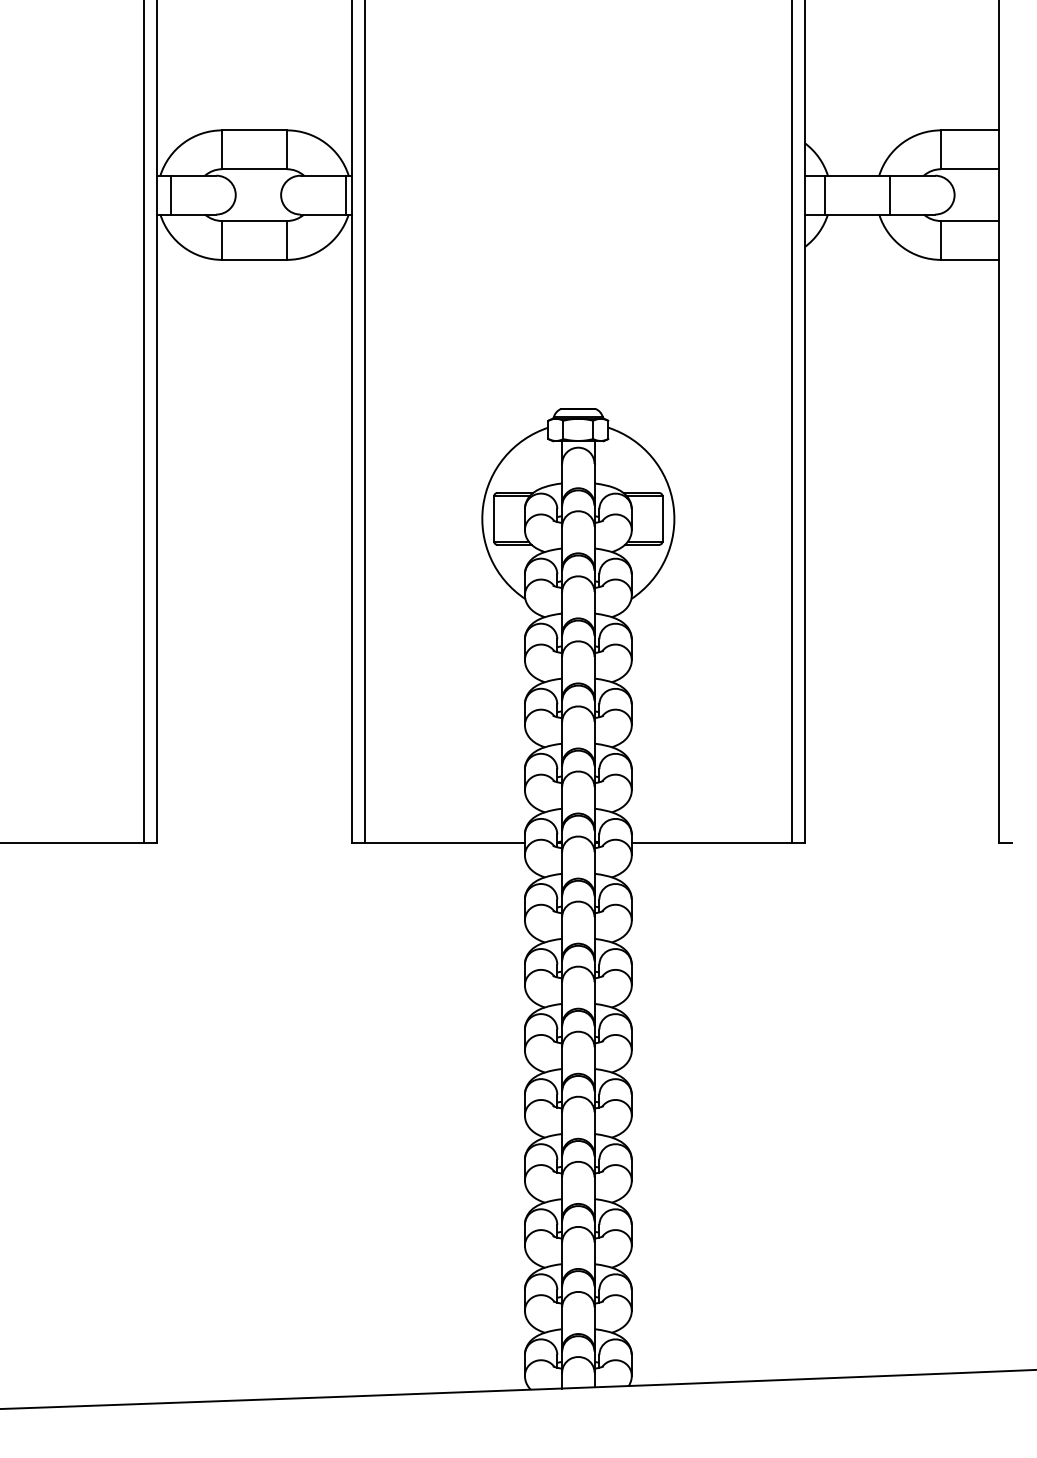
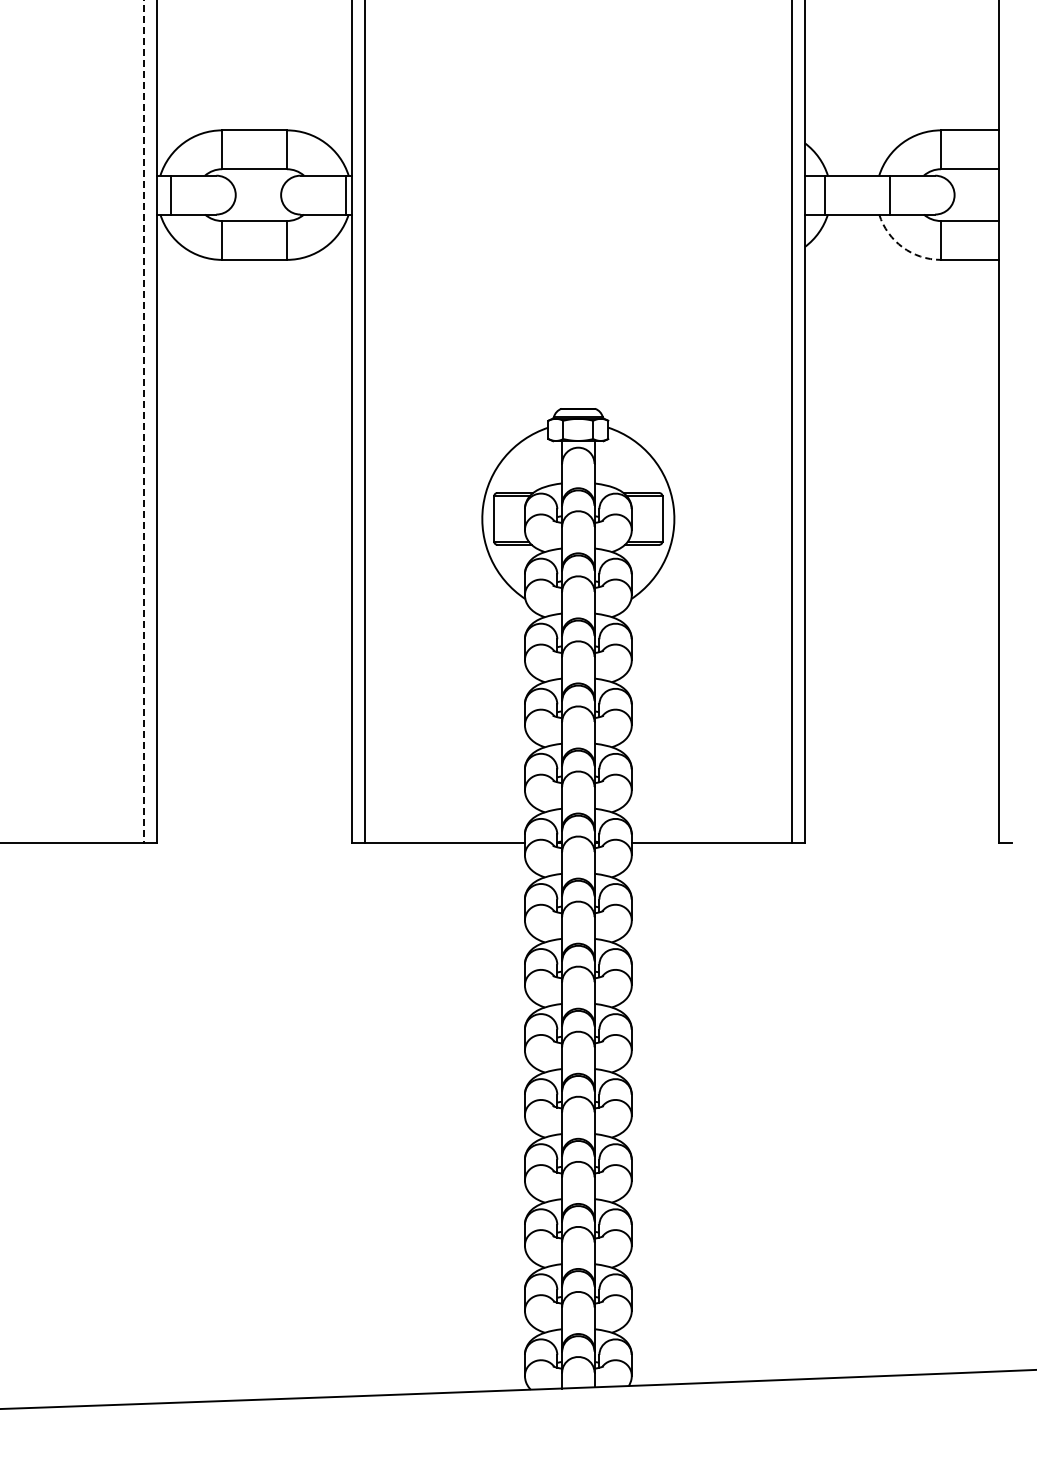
arc at (902, 247): solid -> dashed
line at (144, 421): solid -> dashed
